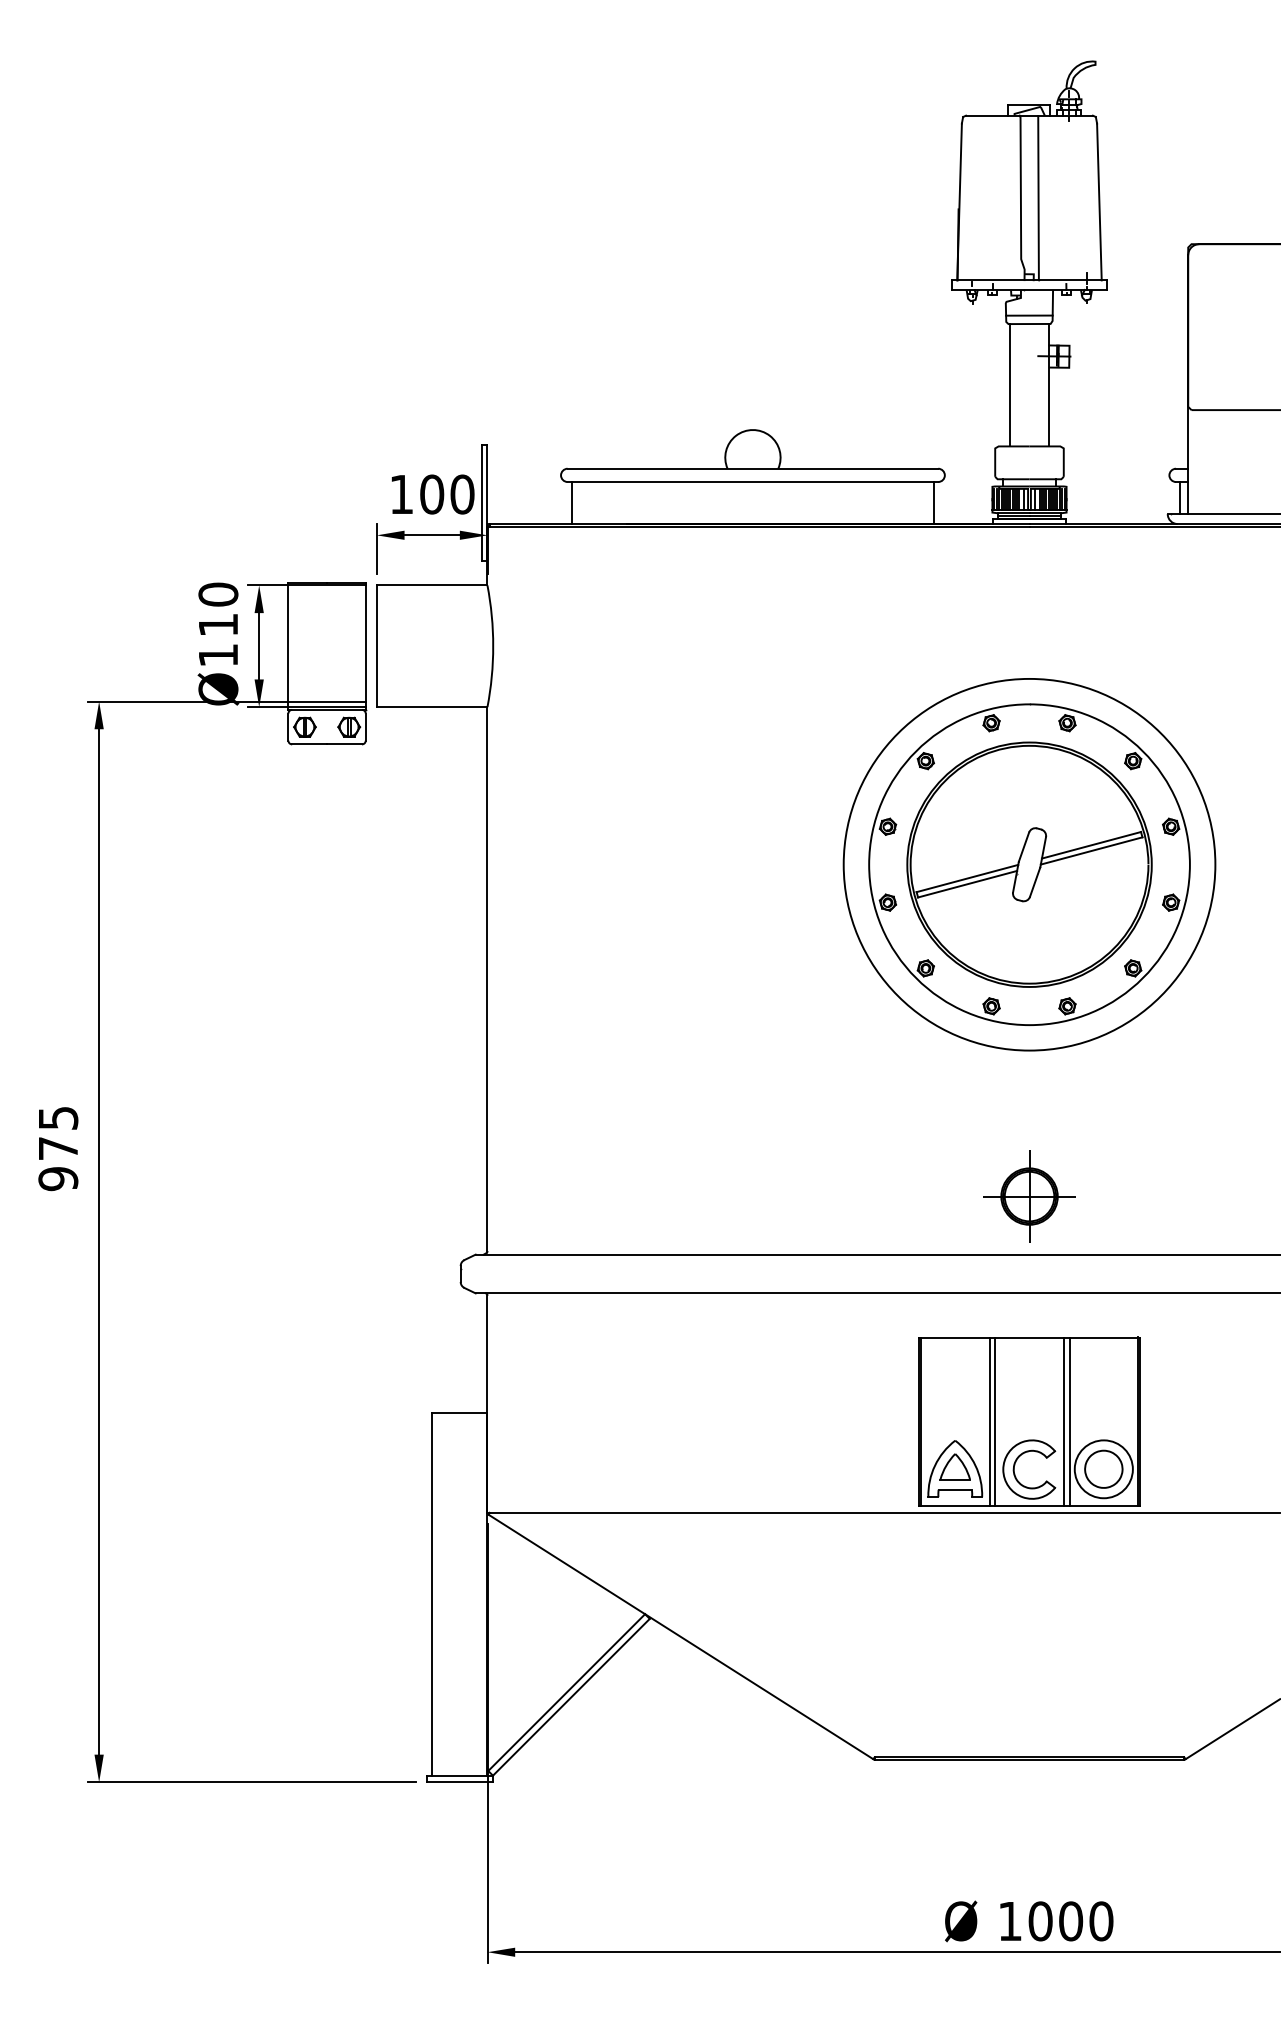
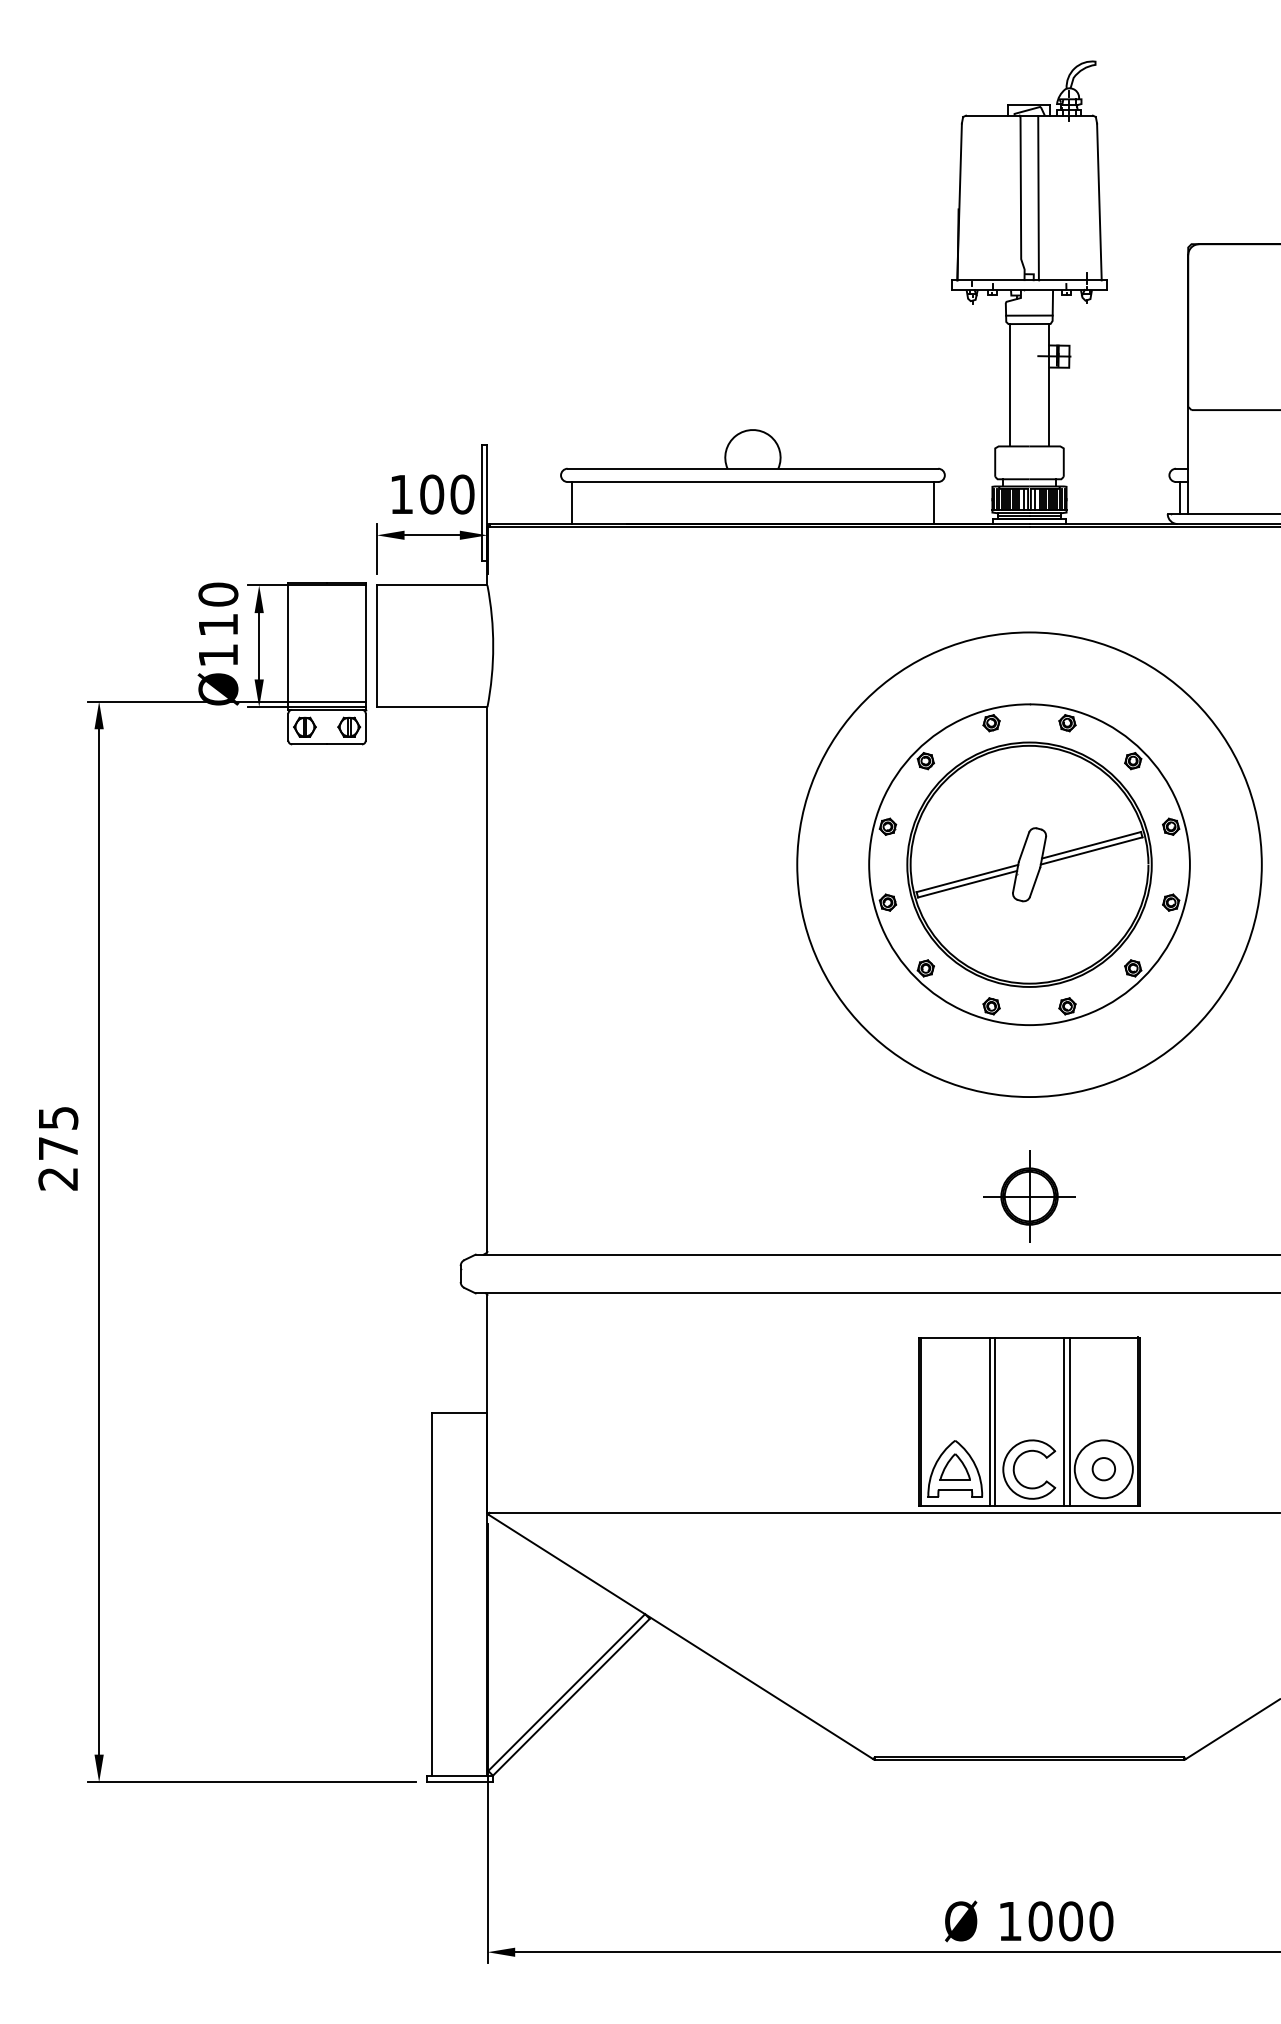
circle at (1029, 864) diameter: 372 px -> 465 px
text at (58, 1179): 975 -> 275
part at (1103, 1468) size: 40x40 px -> 25x25 px
